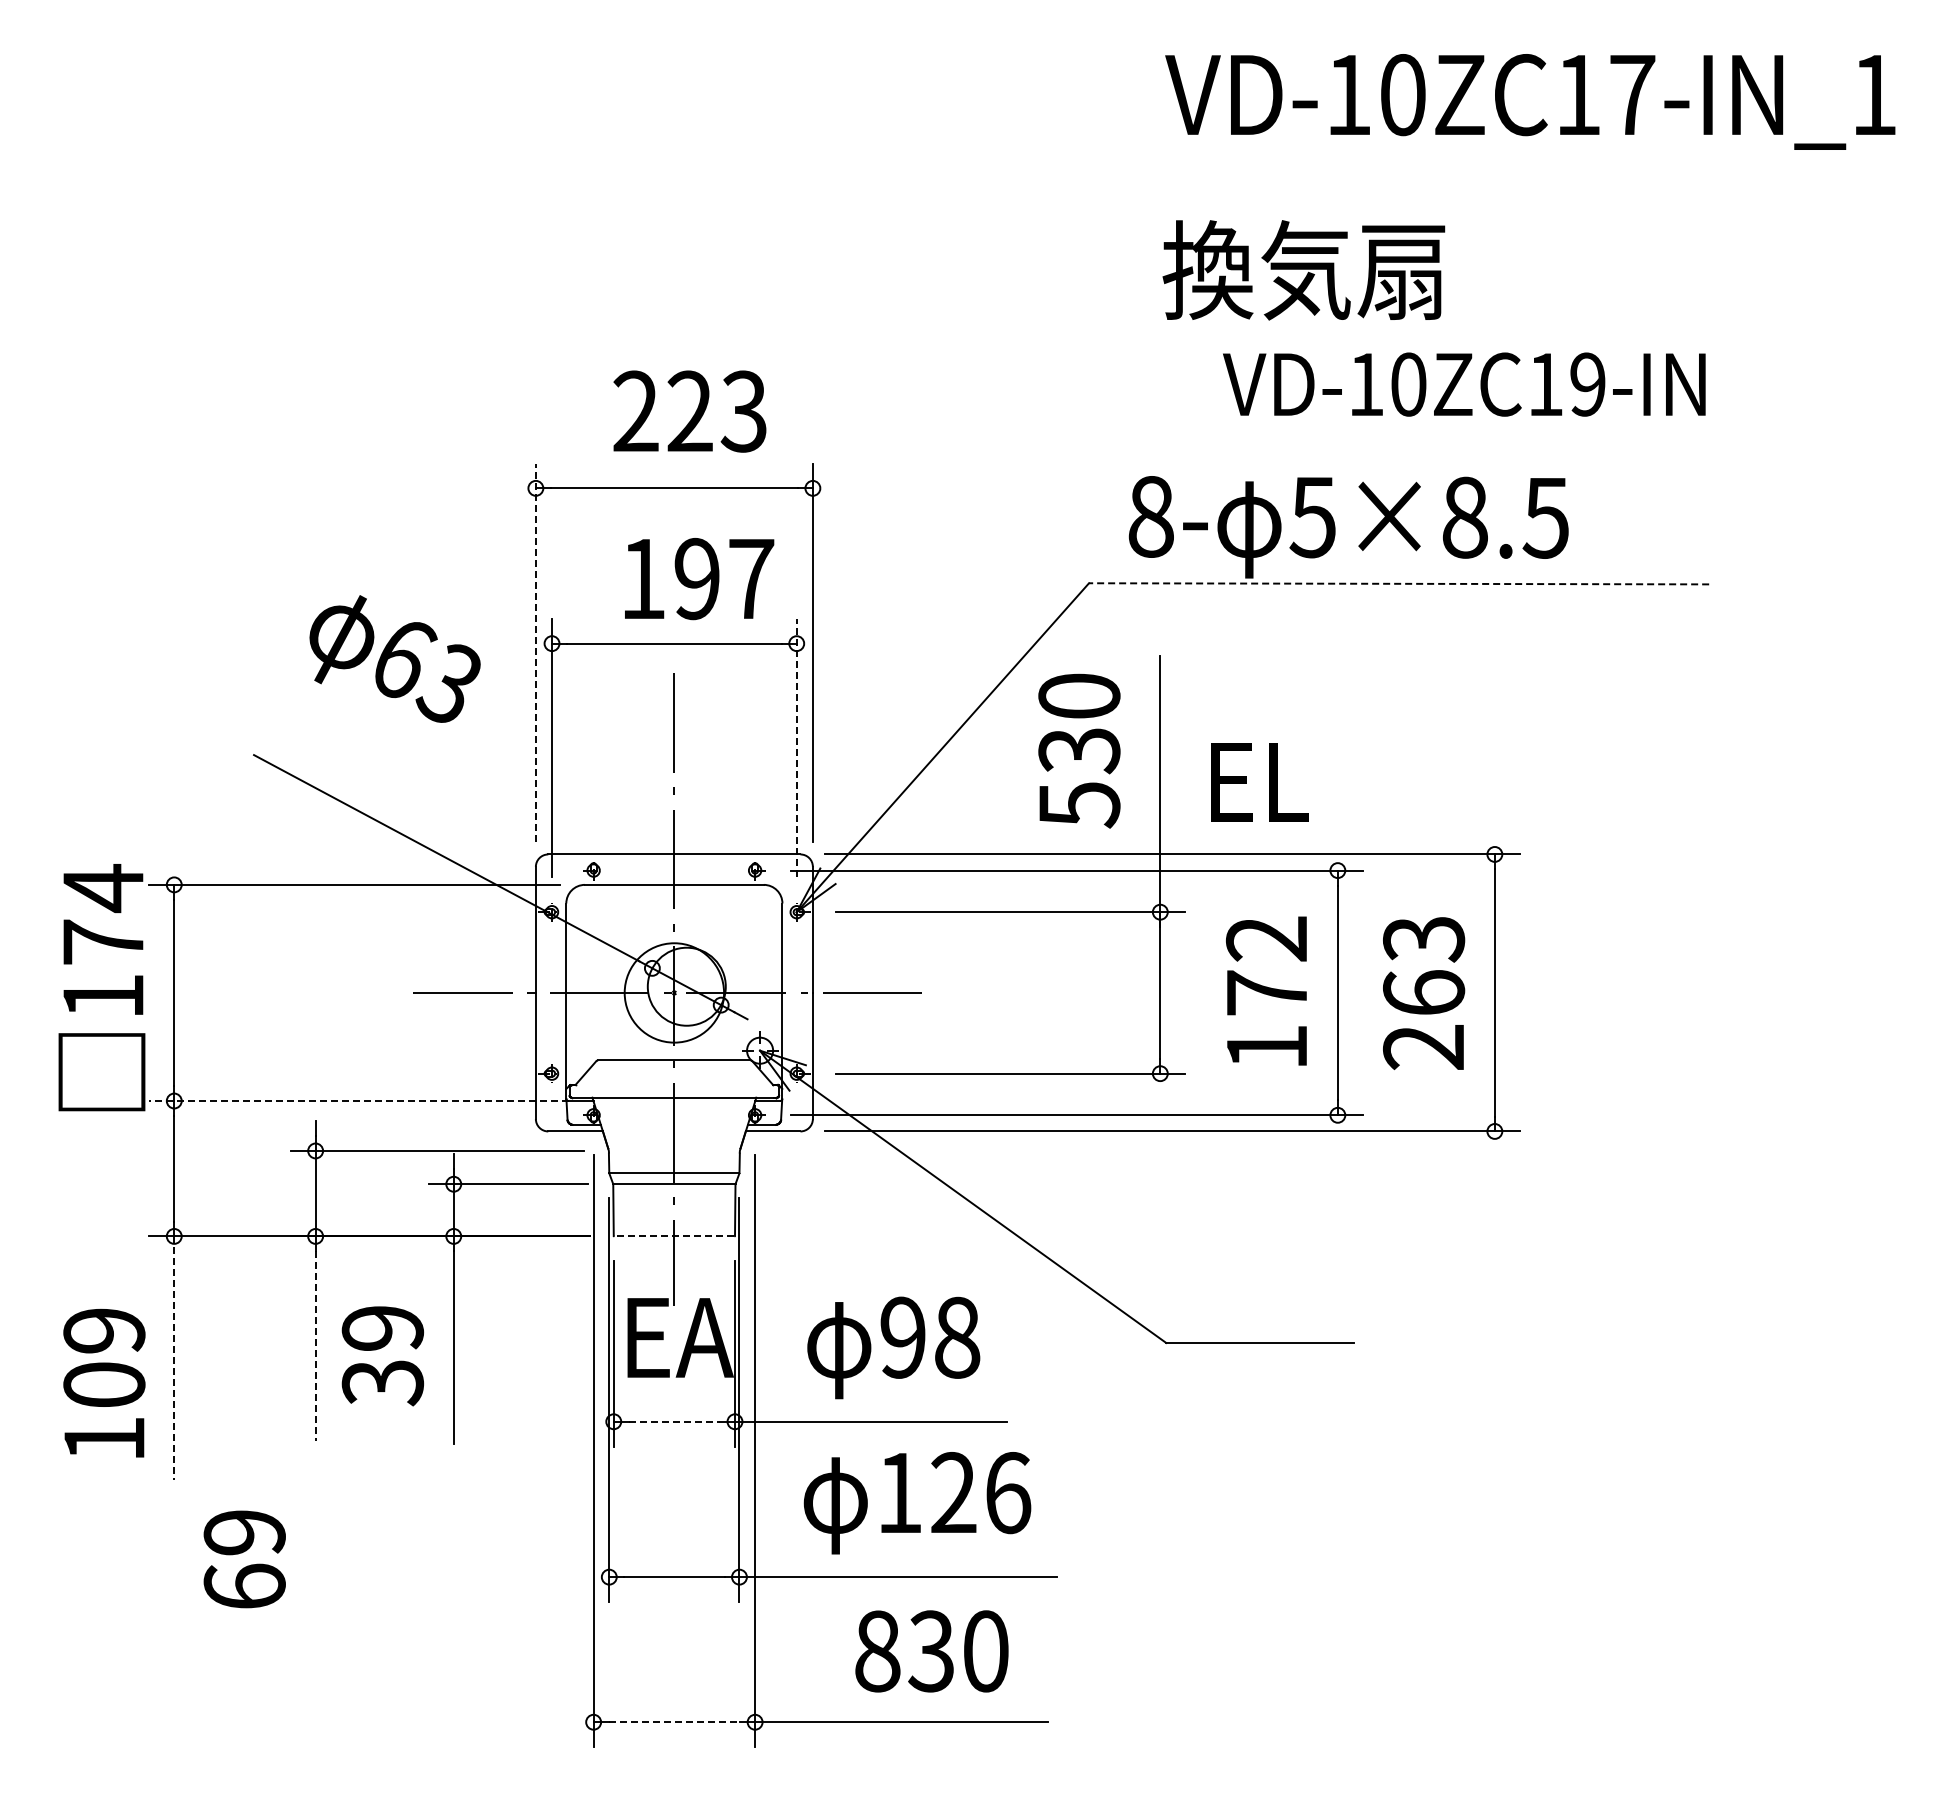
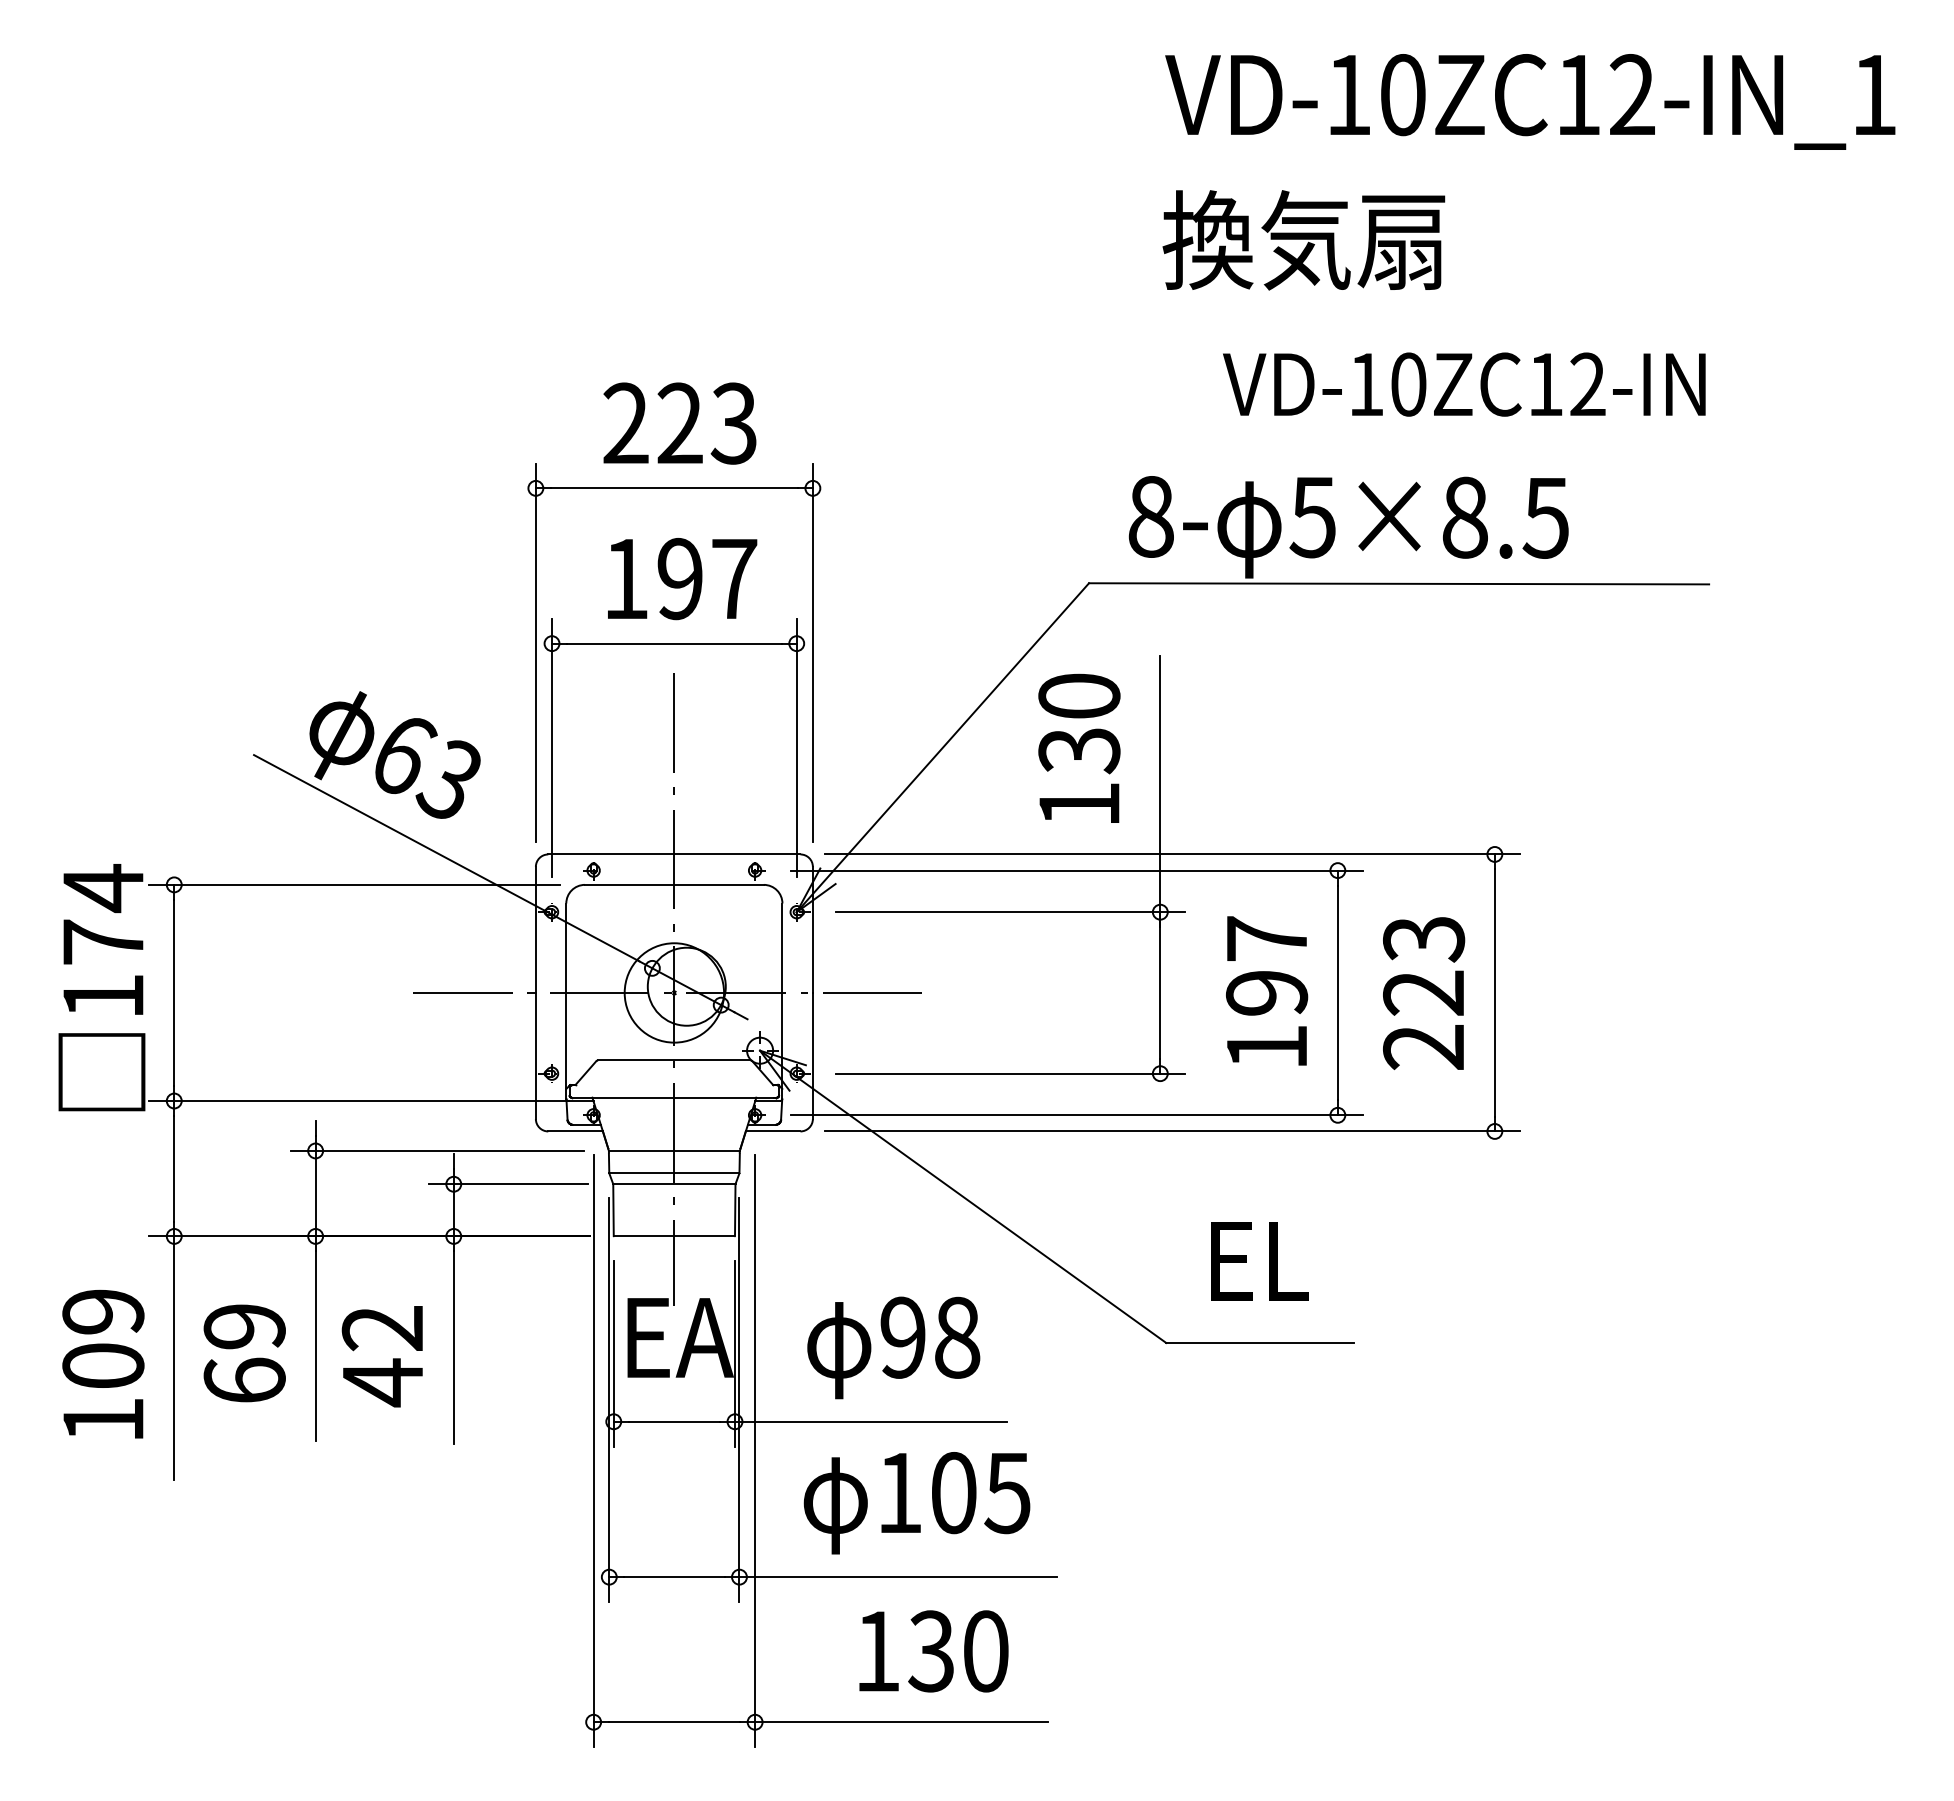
text at (1632, 94): VD-10ZC17-IN_1 -> VD-10ZC12-IN_1
text at (1303, 270) position: (1303, 270) -> (1303, 240)
text at (1587, 384): VD-10ZC19-IN -> VD-10ZC12-IN
text at (689, 411) position: (689, 411) -> (679, 423)
text at (699, 579) position: (699, 579) -> (682, 579)
line at (1398, 583): dashed -> solid
line at (535, 652): dashed -> solid
text at (394, 658) position: (394, 658) -> (394, 754)
line at (796, 747): dashed -> solid
text at (1259, 782) position: (1259, 782) -> (1259, 1261)
text at (1079, 805): 530 -> 130
text at (1266, 965): 172 -> 197
text at (1424, 992): 263 -> 223
line at (359, 1101): dashed -> solid
line at (674, 1150): none -> present
line at (674, 1236): dashed -> solid
line at (315, 1346): dashed -> solid
text at (382, 1356): 39 -> 42
line at (174, 1358): dashed -> solid
text at (104, 1382) position: (104, 1382) -> (103, 1363)
line at (674, 1421): dashed -> solid
text at (981, 1493): 126 -> 105
text at (244, 1559) position: (244, 1559) -> (244, 1353)
text at (877, 1651): 830 -> 130
line at (674, 1722): dashed -> solid
